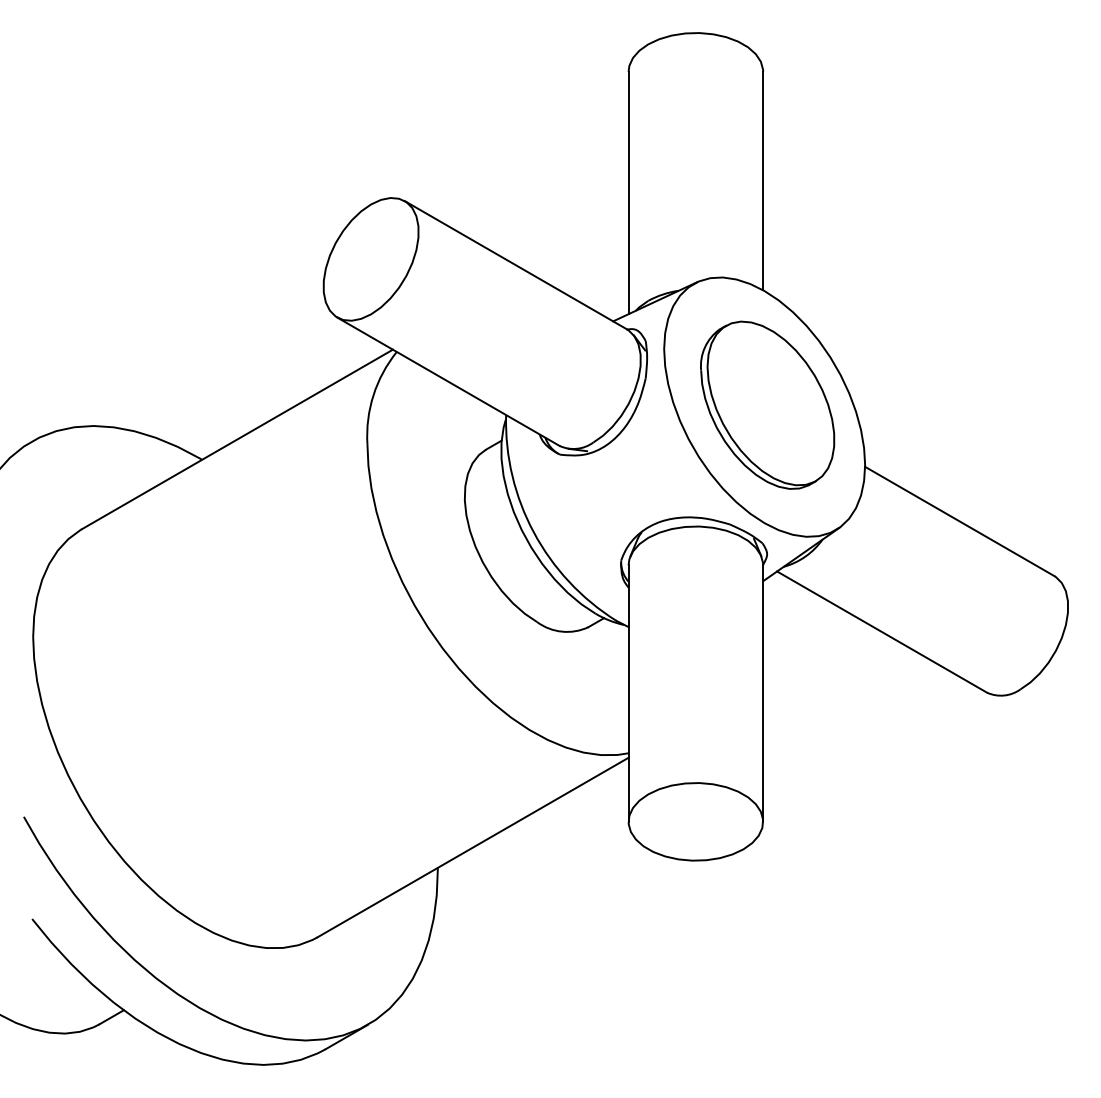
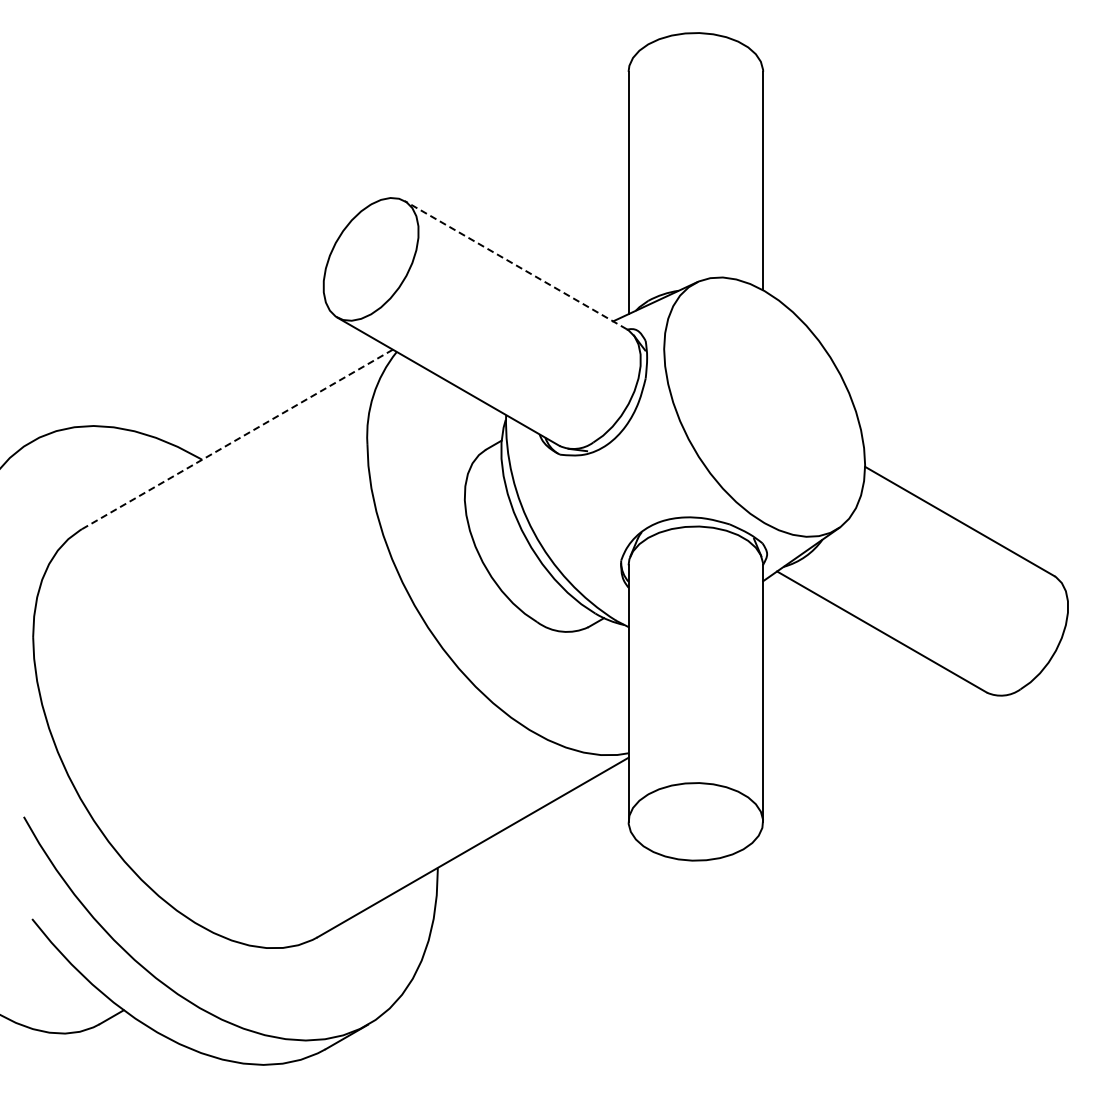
line at (515, 264): solid -> dashed
part at (767, 404): present -> none
line at (237, 439): solid -> dashed
